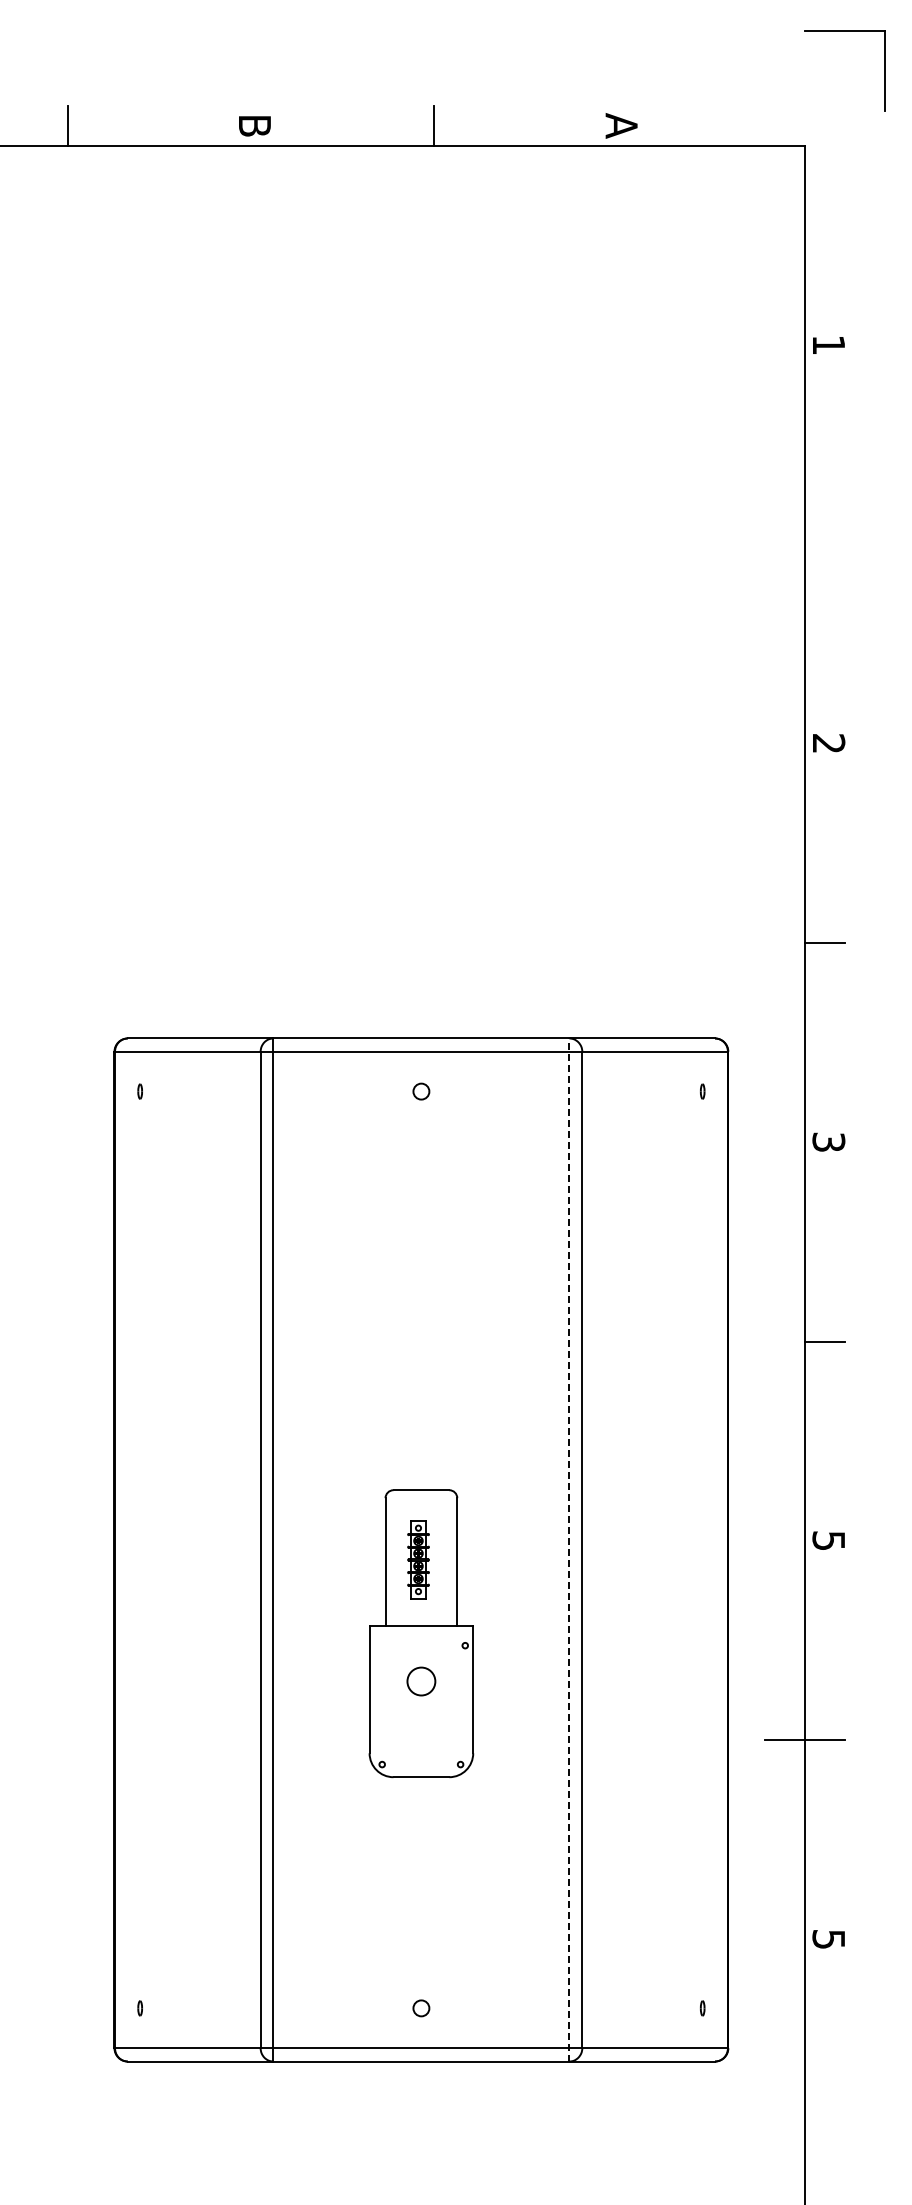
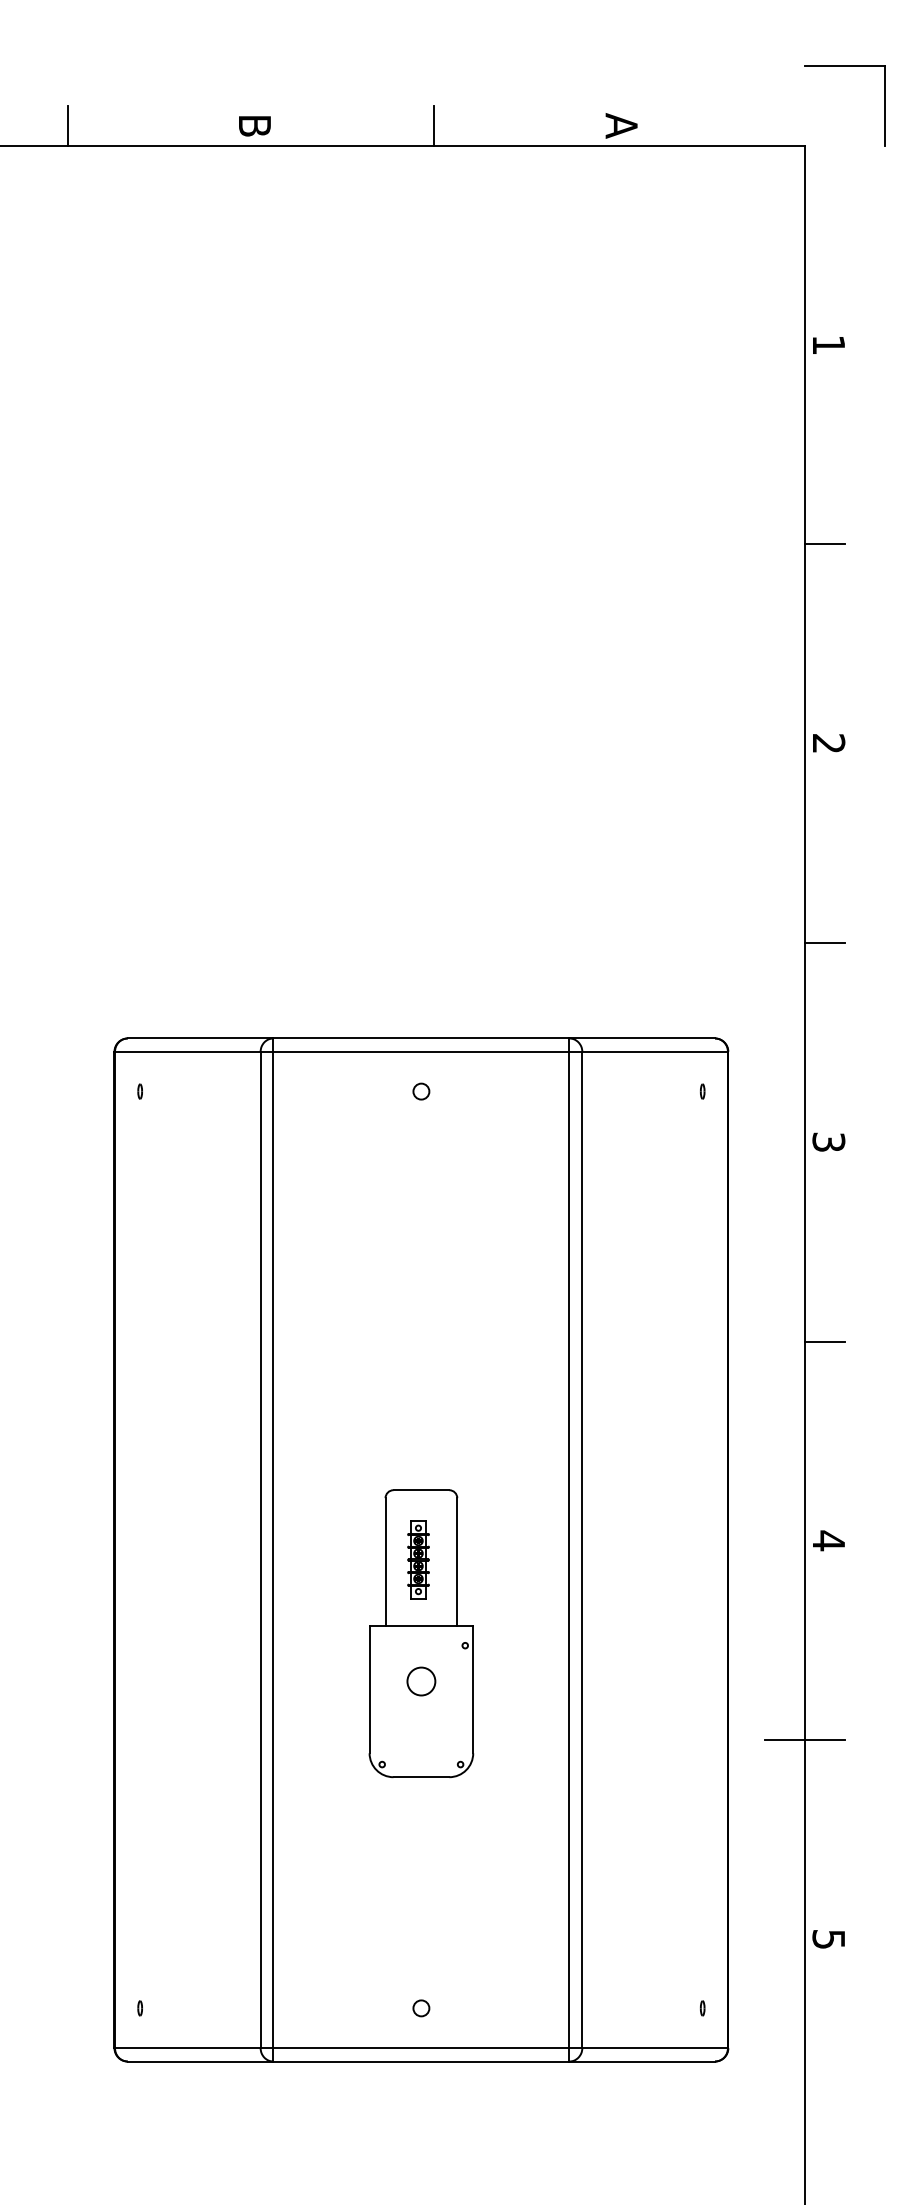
part at (844, 31) position: (844, 31) -> (844, 66)
line at (824, 544): none -> present
text at (828, 1540): 5 -> 4
line at (569, 1550): dashed -> solid
